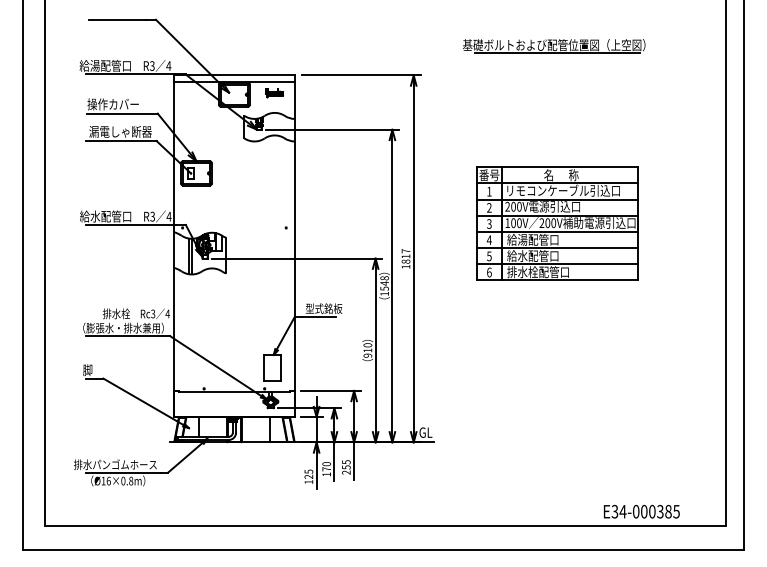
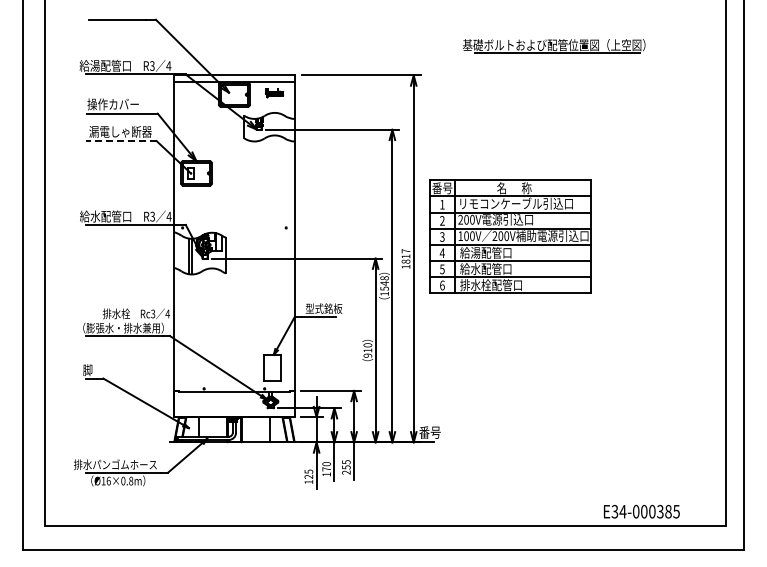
line at (120, 141): solid -> dashed
part at (557, 223) position: (557, 223) -> (510, 236)
text at (429, 432): GL -> 番号
